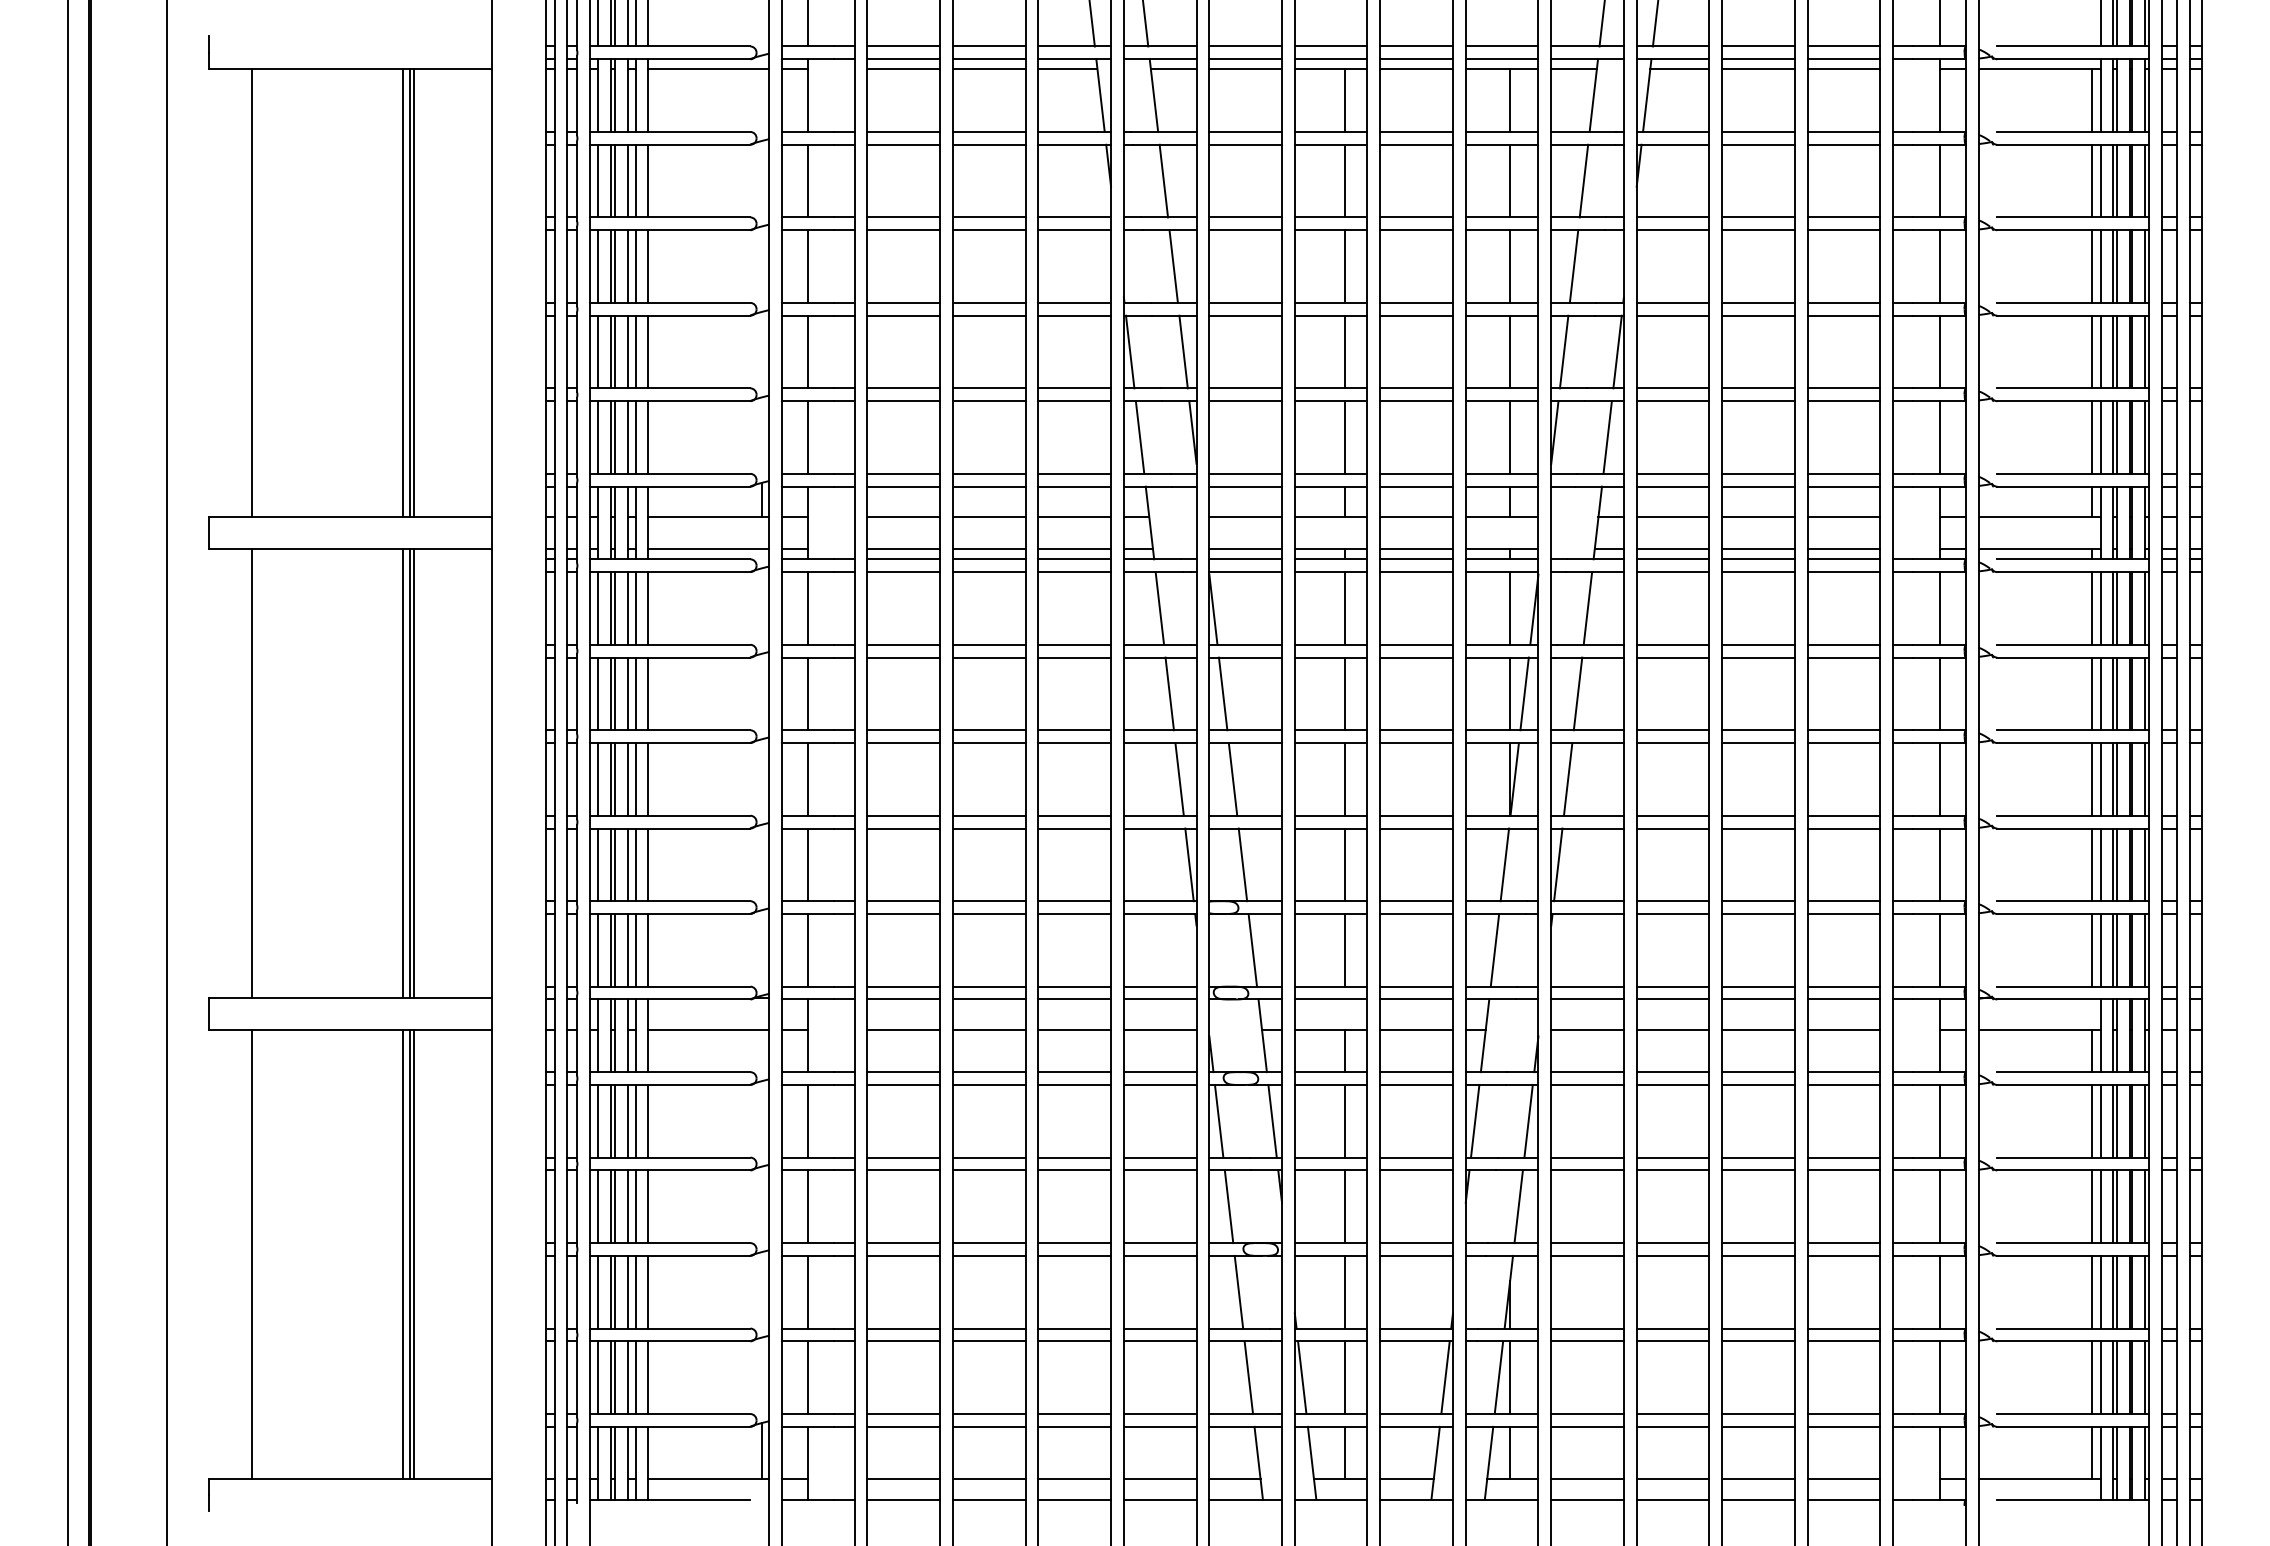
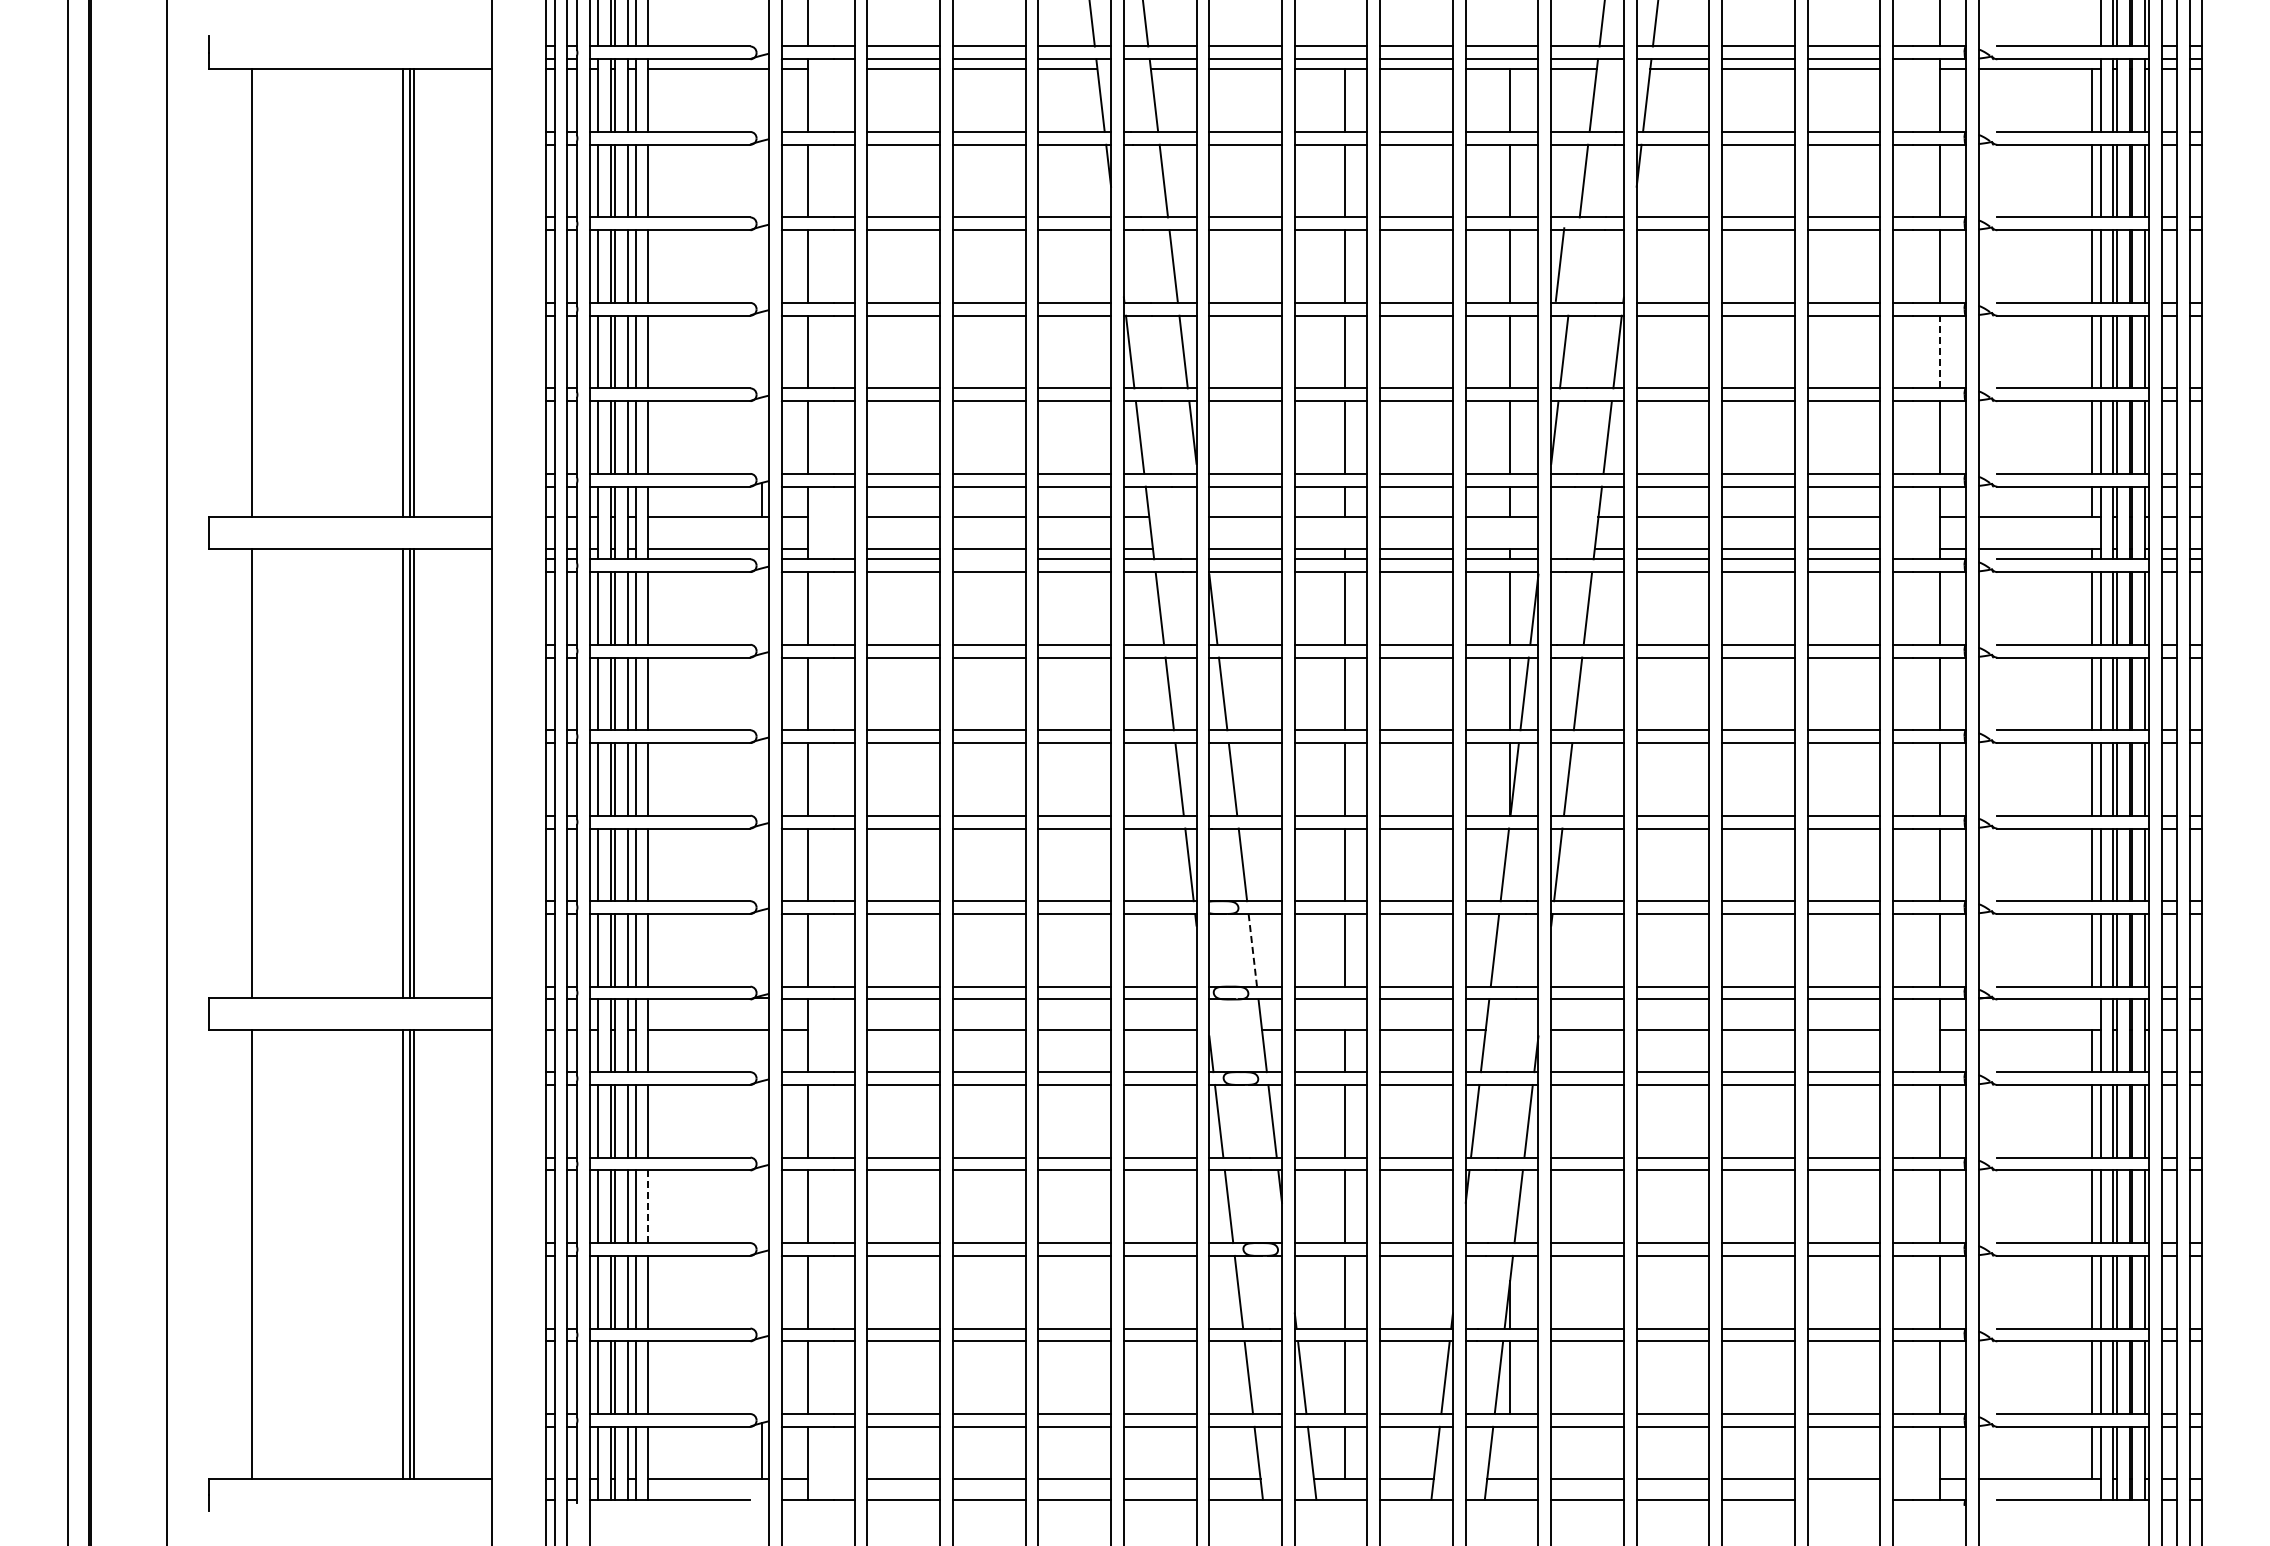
line at (1573, 266) position: (1573, 266) -> (1559, 264)
line at (1940, 351): solid -> dashed
line at (988, 559): present -> none
line at (1252, 950): solid -> dashed
line at (648, 1206): solid -> dashed
line at (1510, 1452): present -> none
line at (1843, 1499): present -> none
